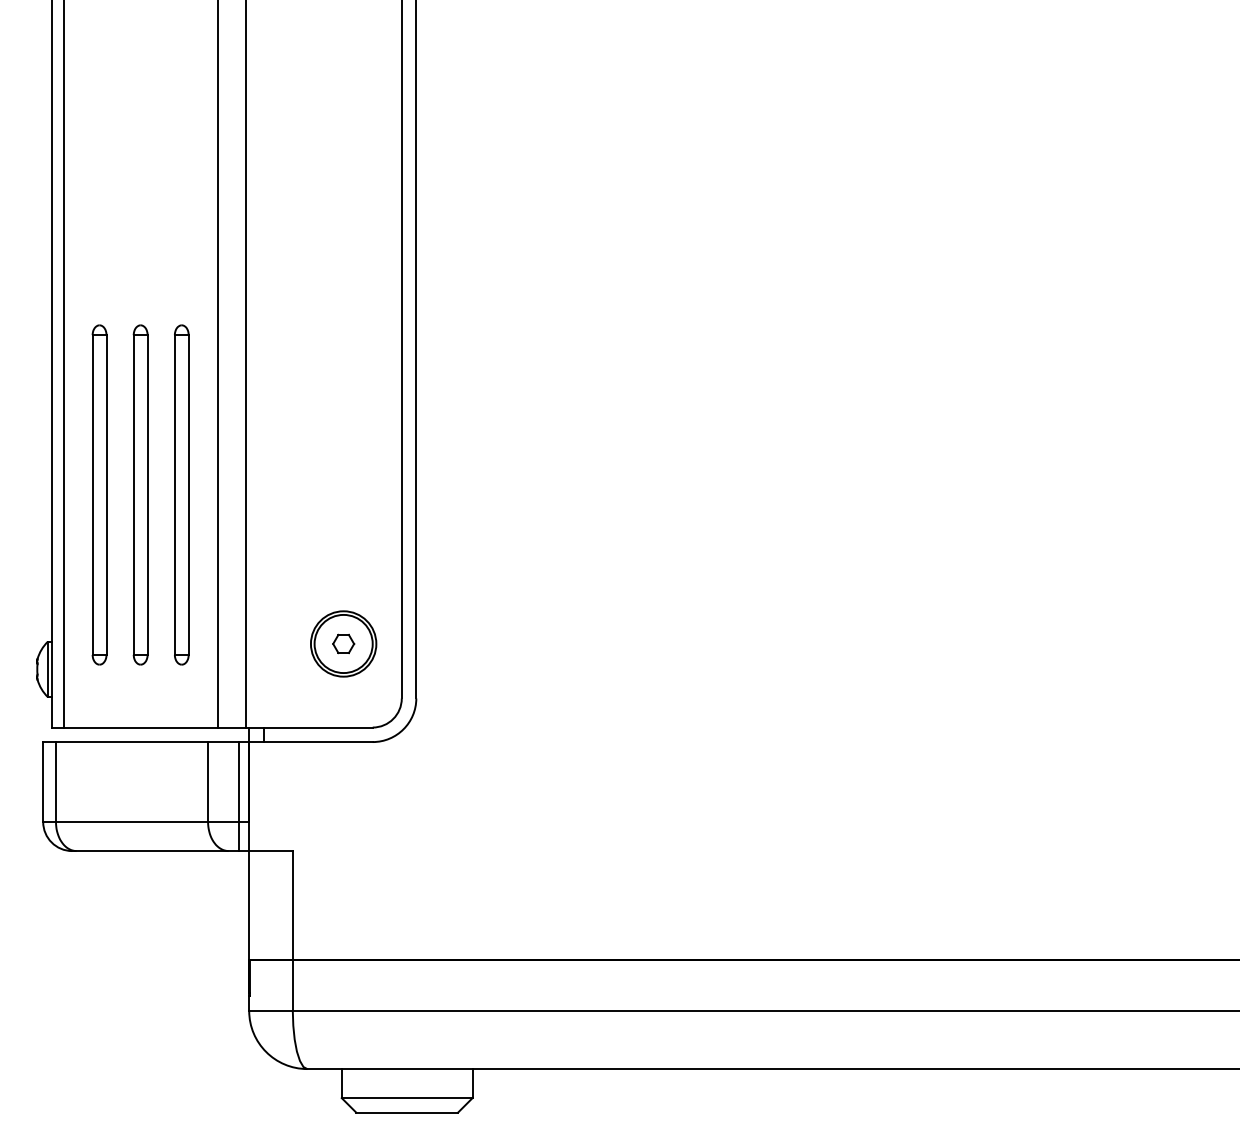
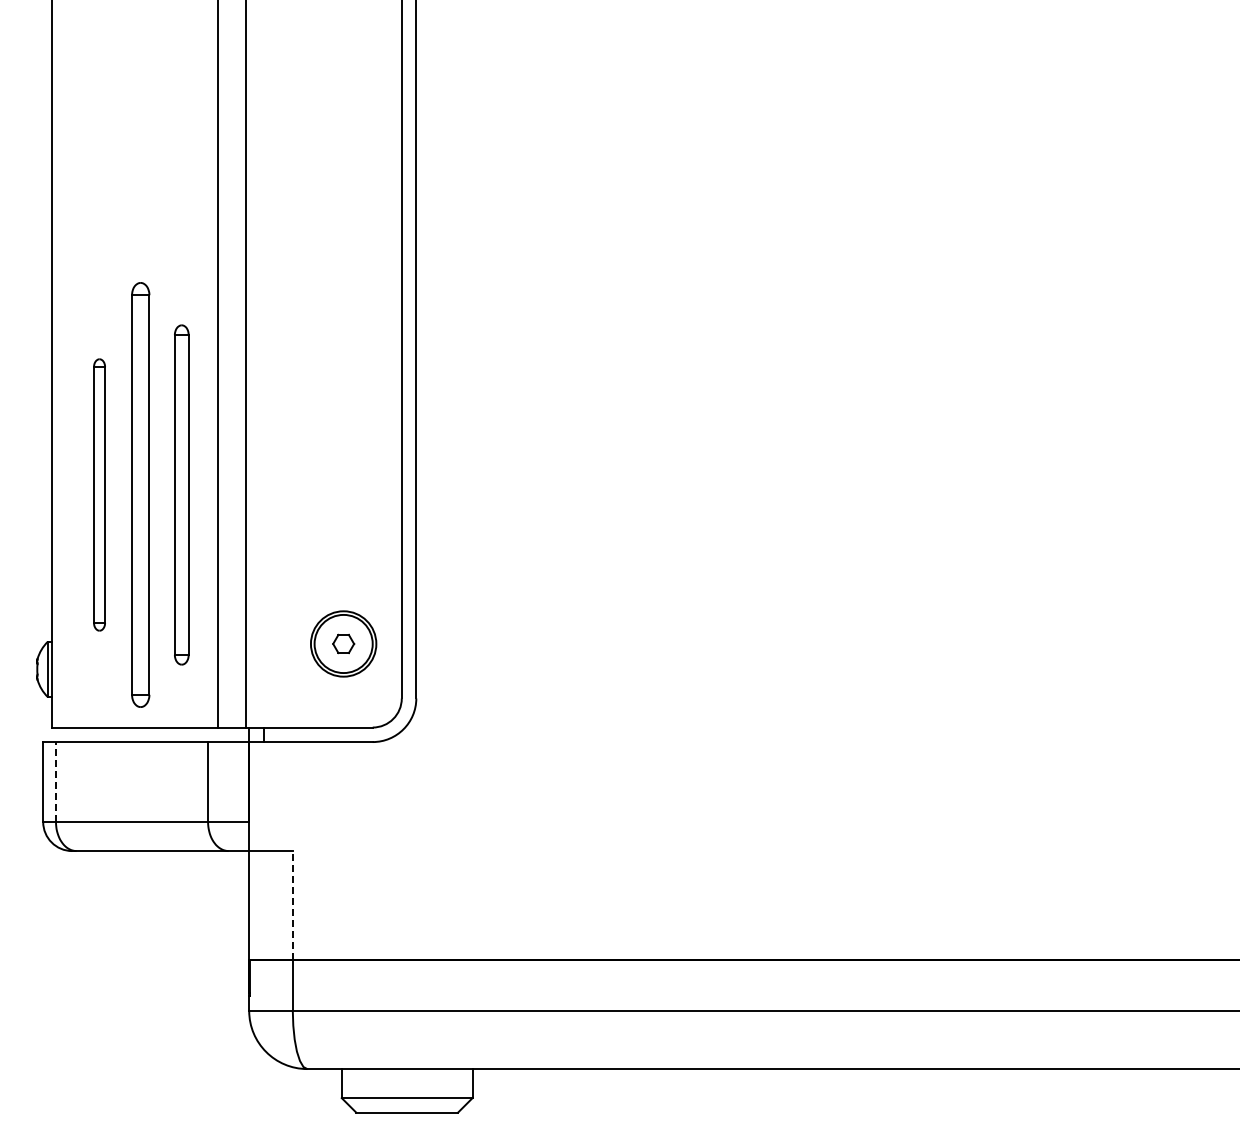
line at (63, 364): present -> none
part at (99, 494) size: 17x342 px -> 13x274 px
part at (140, 494) size: 17x342 px -> 20x426 px
line at (56, 782): solid -> dashed
line at (238, 796): present -> none
line at (292, 905): solid -> dashed
